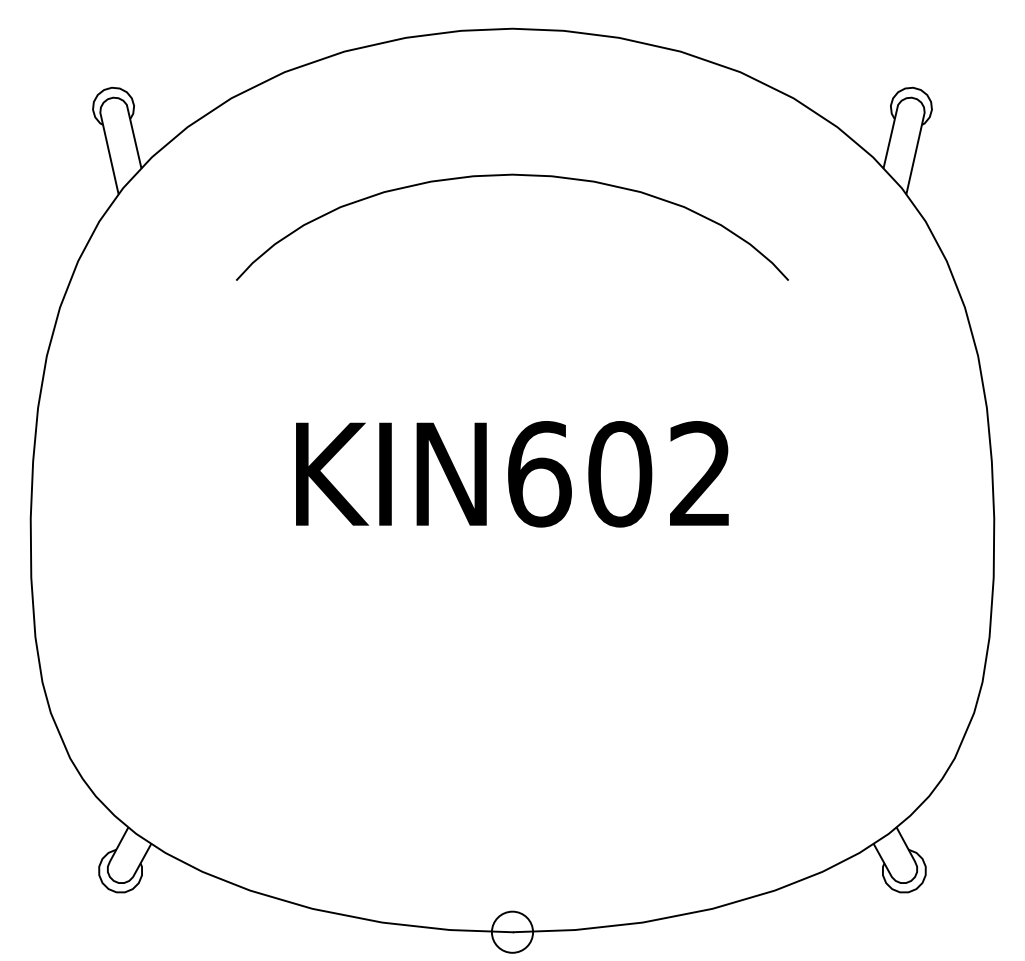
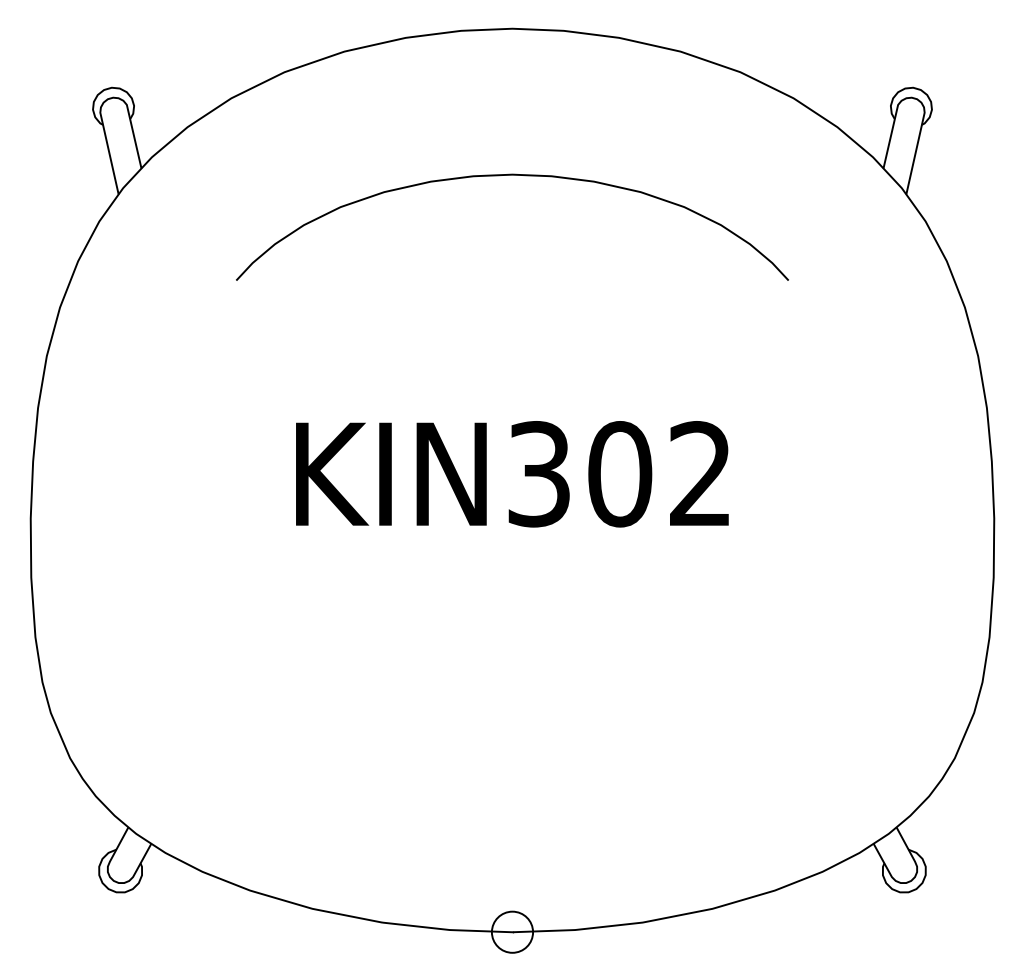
text at (539, 474): KIN602 -> KIN302
